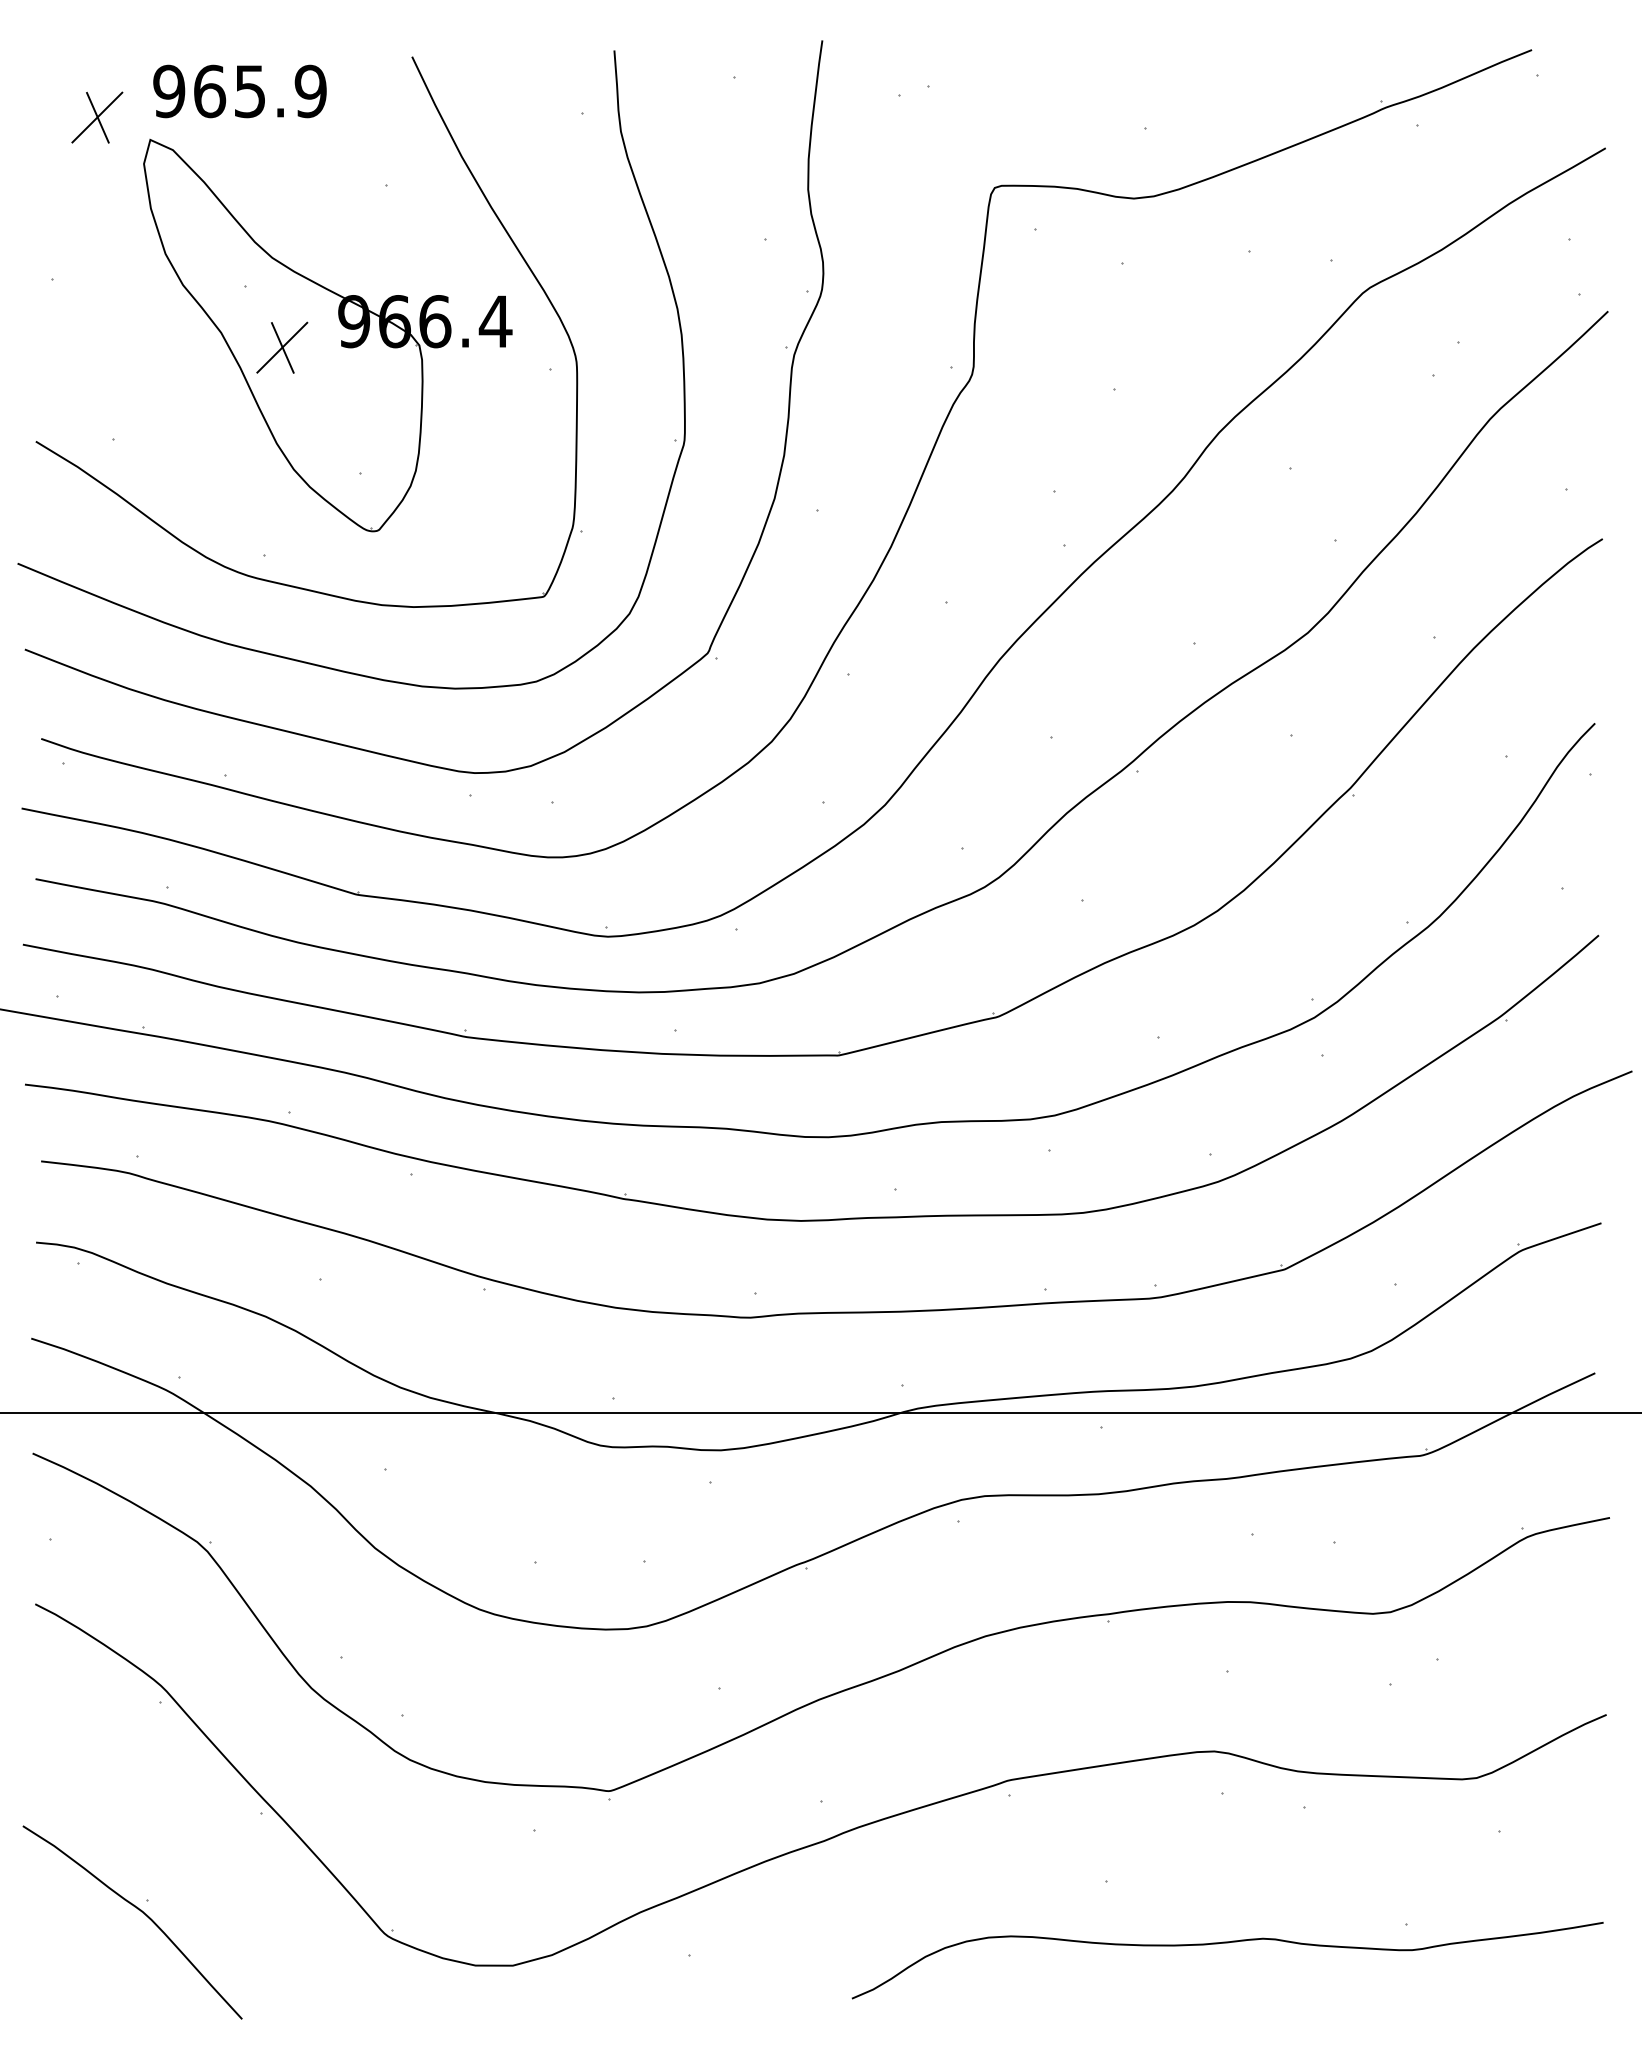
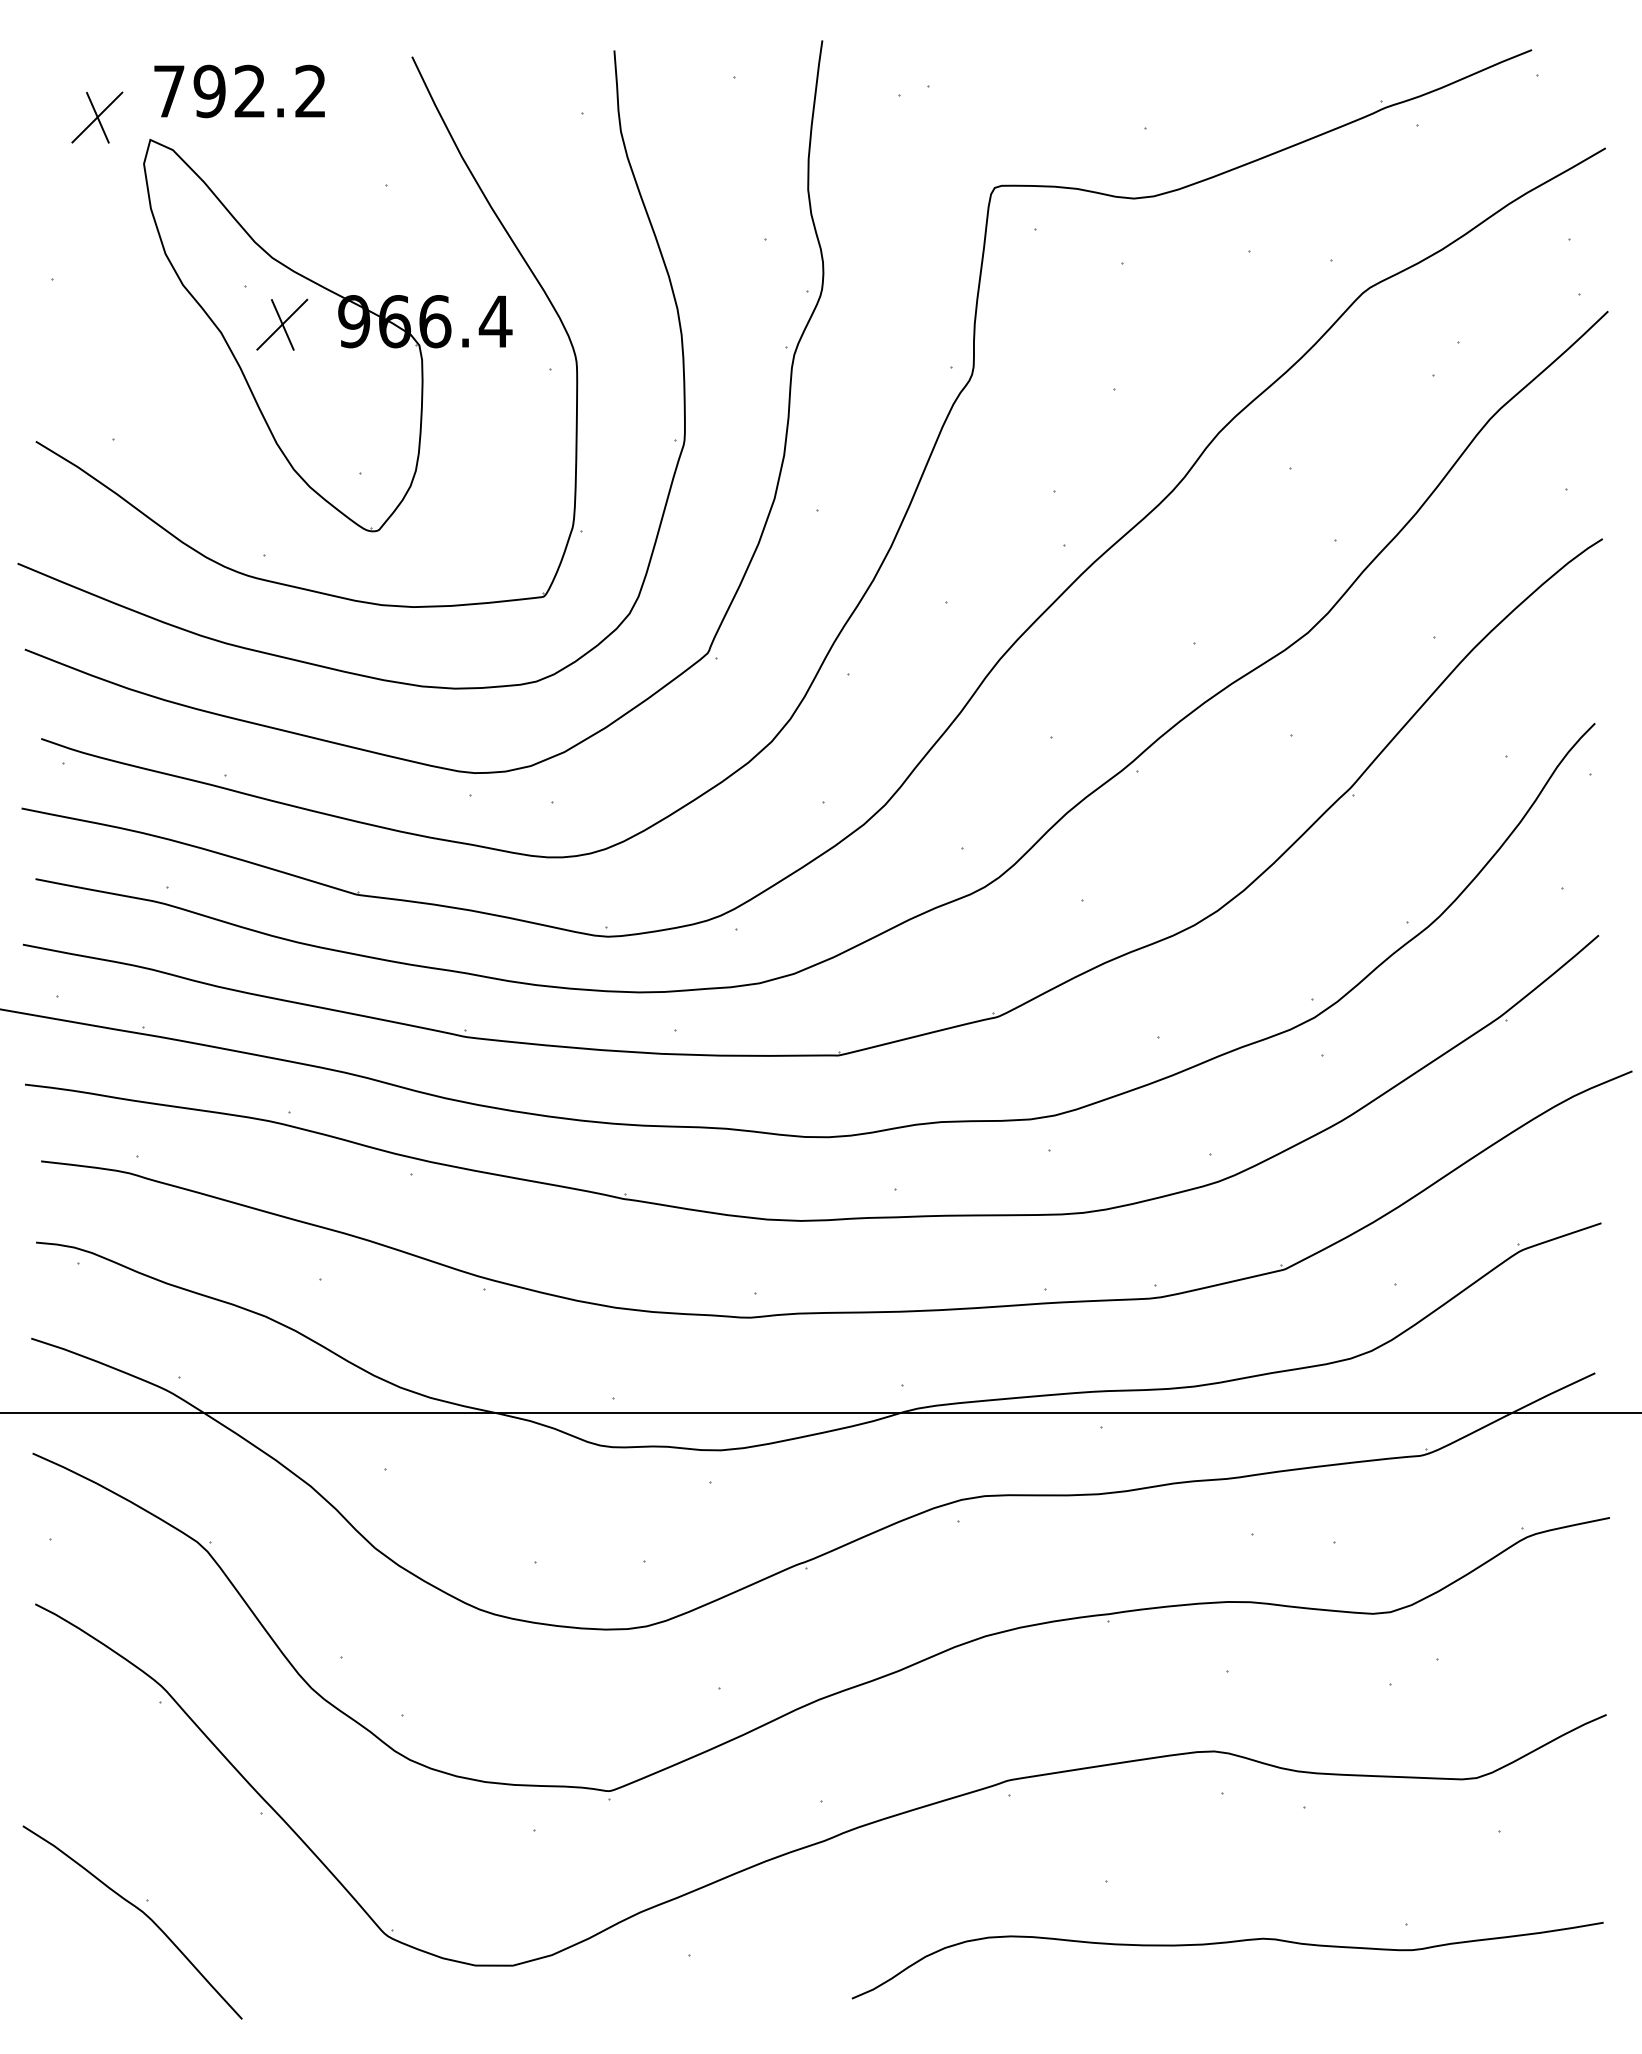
text at (239, 91): 965.9 -> 792.2
part at (282, 347) position: (282, 347) -> (282, 324)
